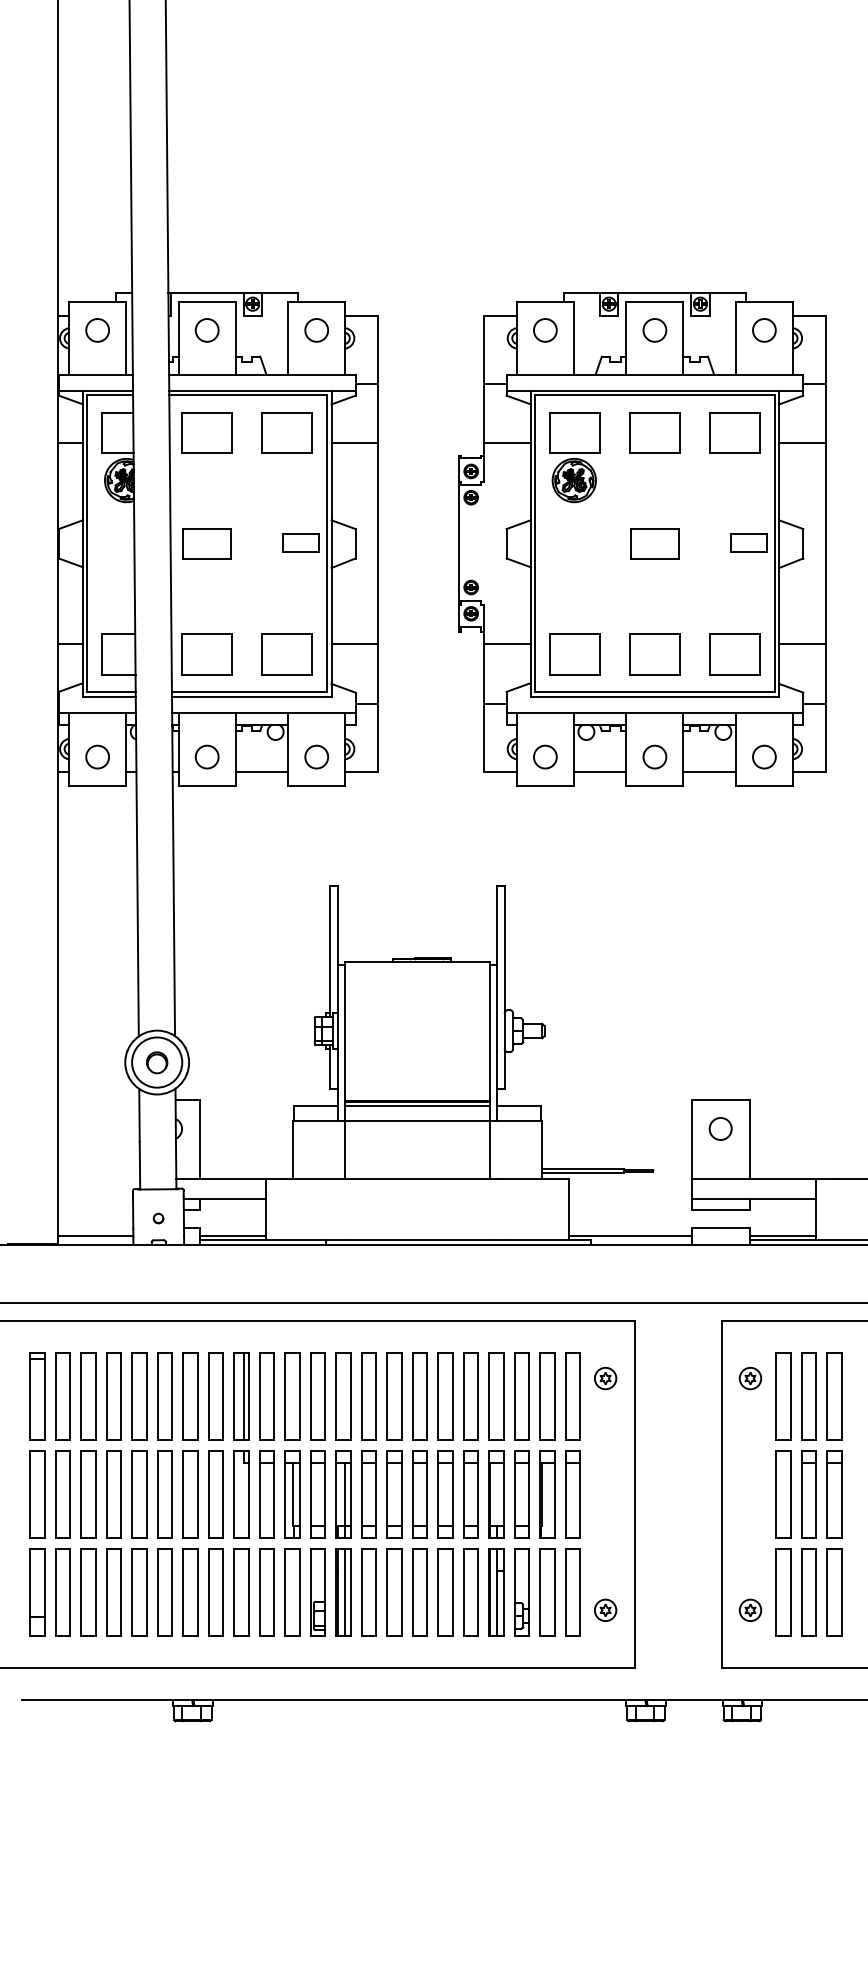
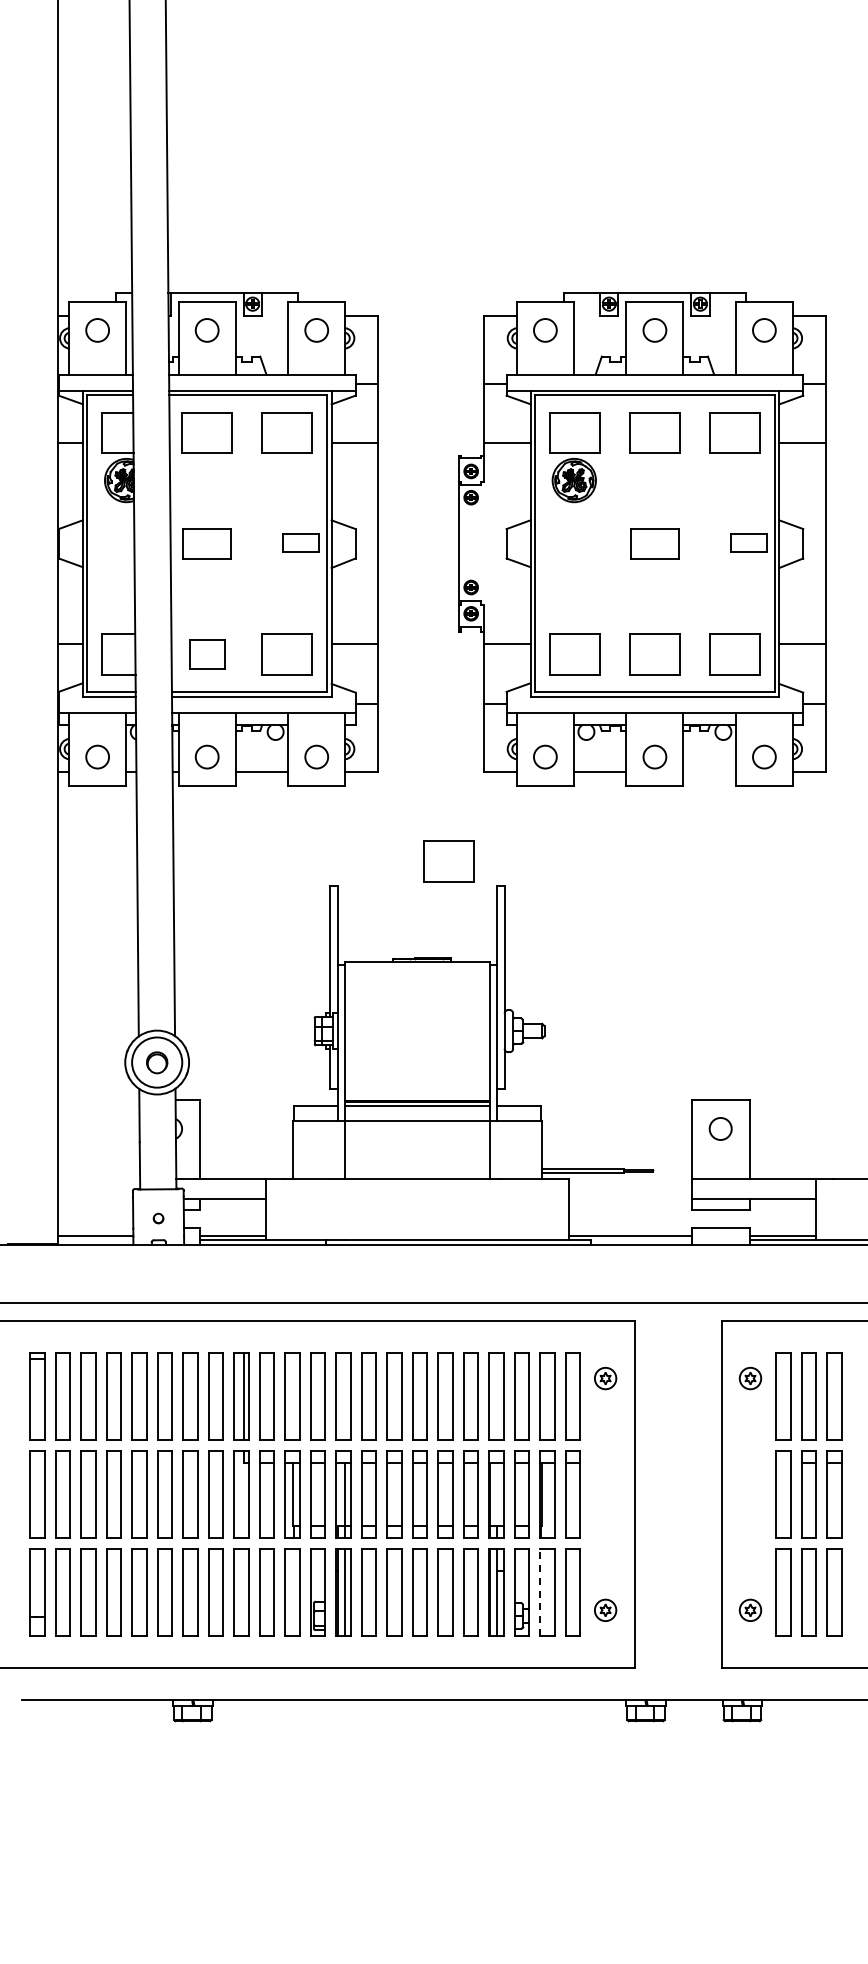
part at (206, 654) size: 52x43 px -> 37x31 px
line at (709, 771): present -> none
part at (448, 861): none -> present
line at (540, 1591): solid -> dashed
